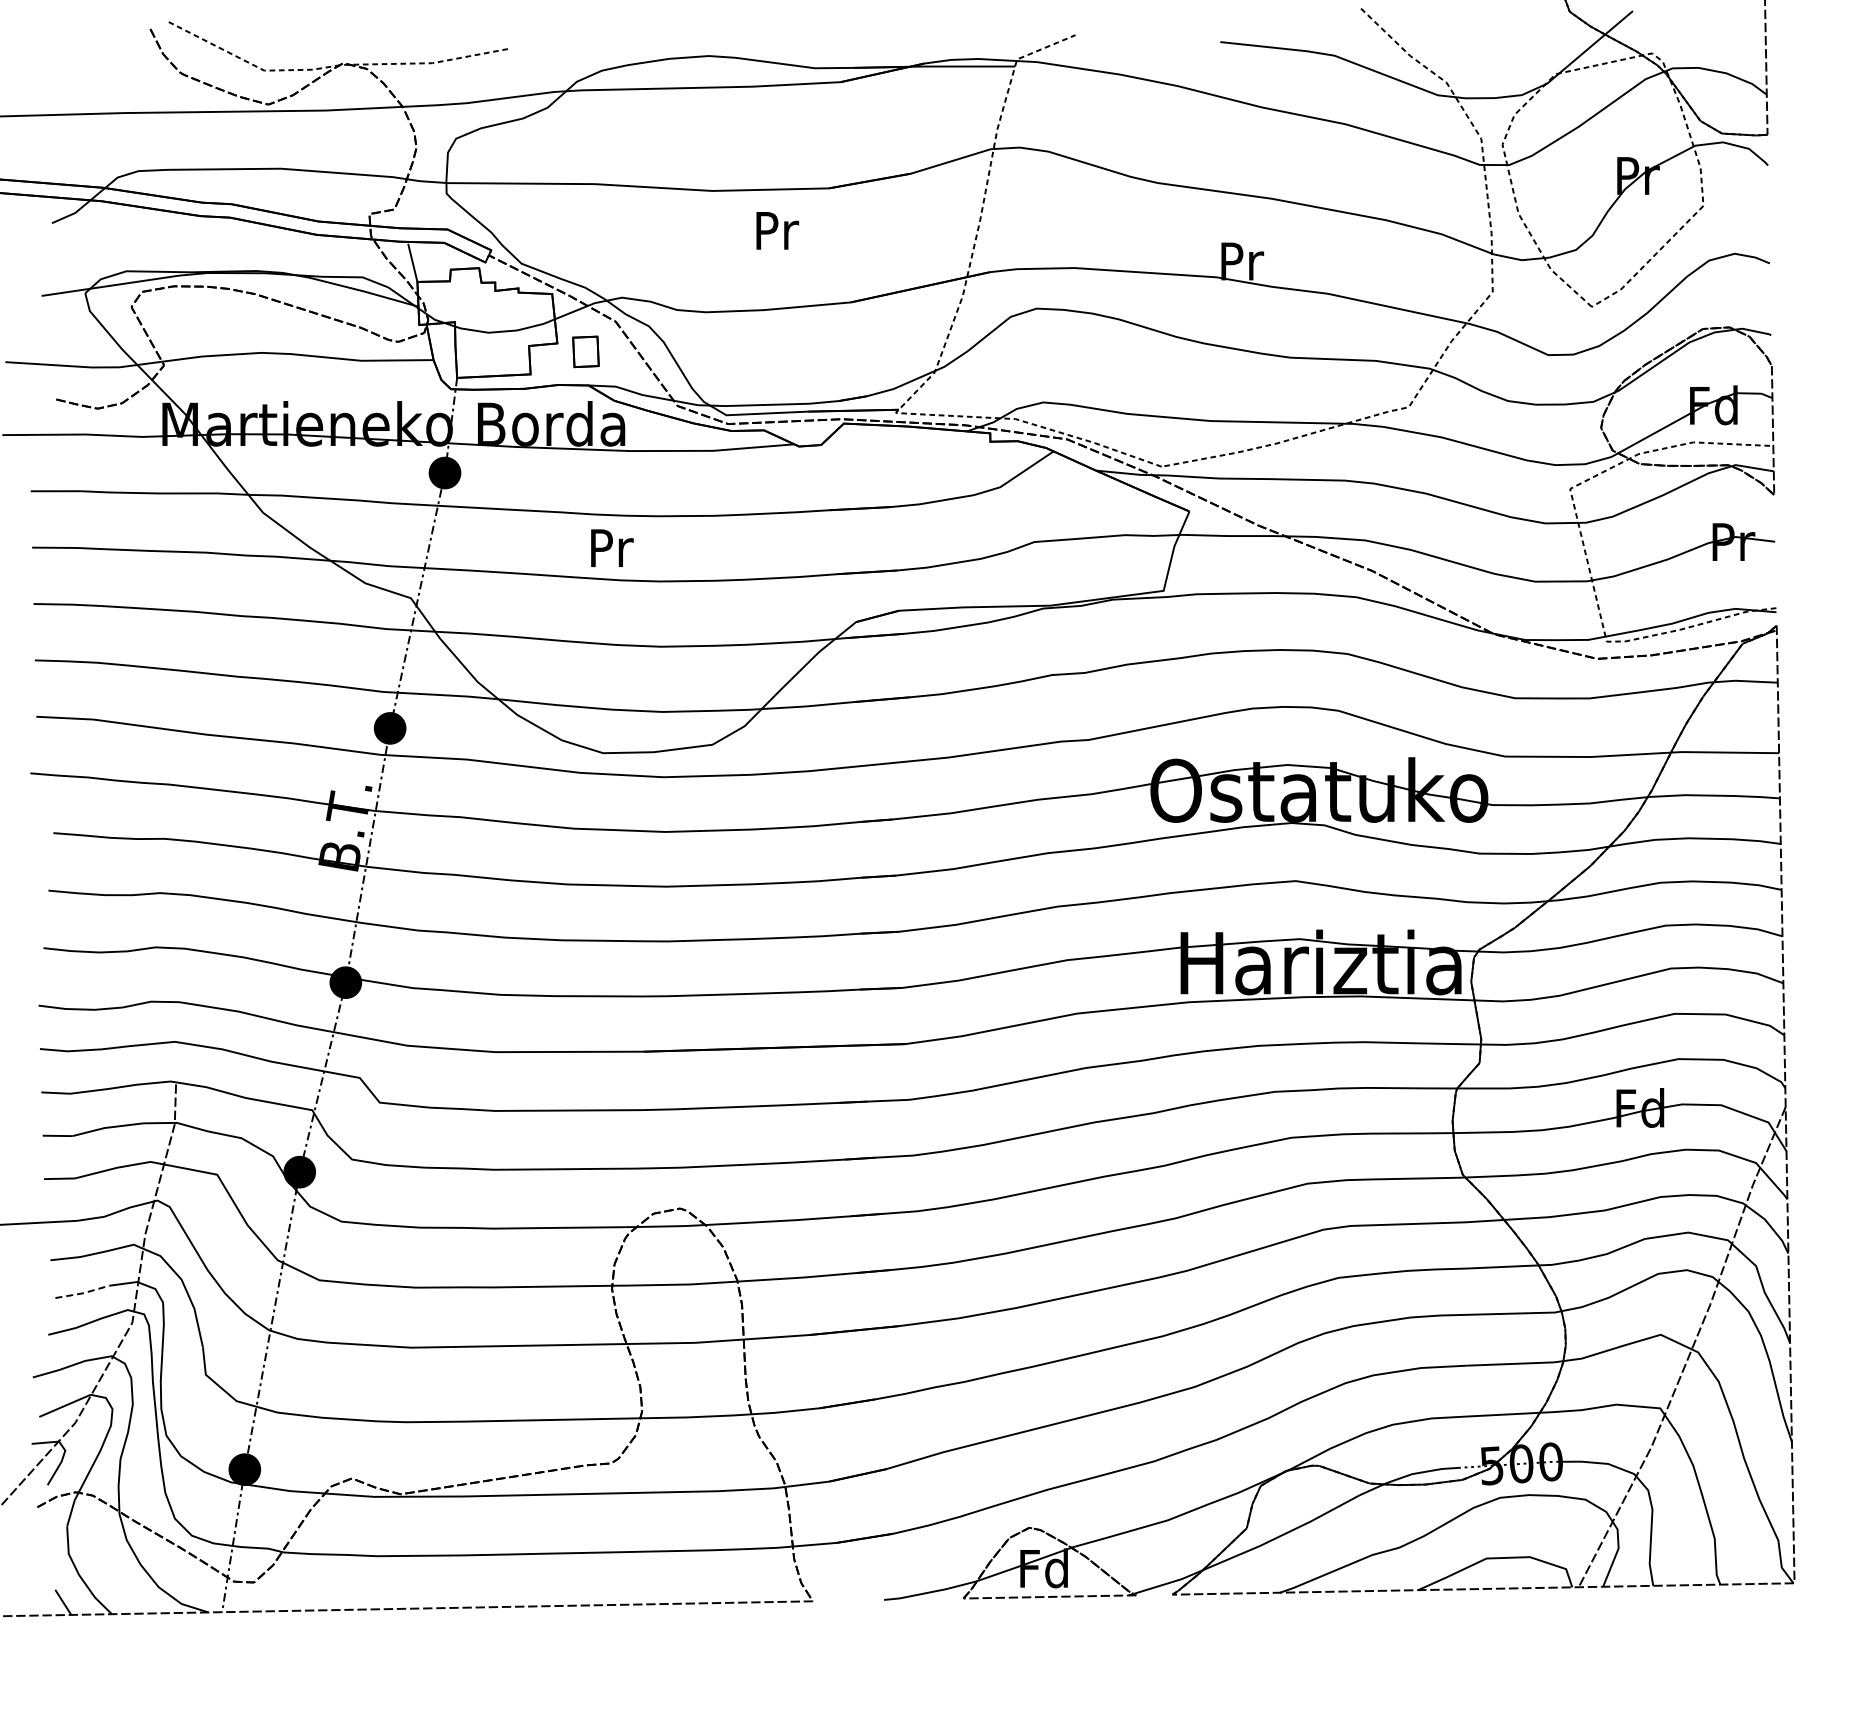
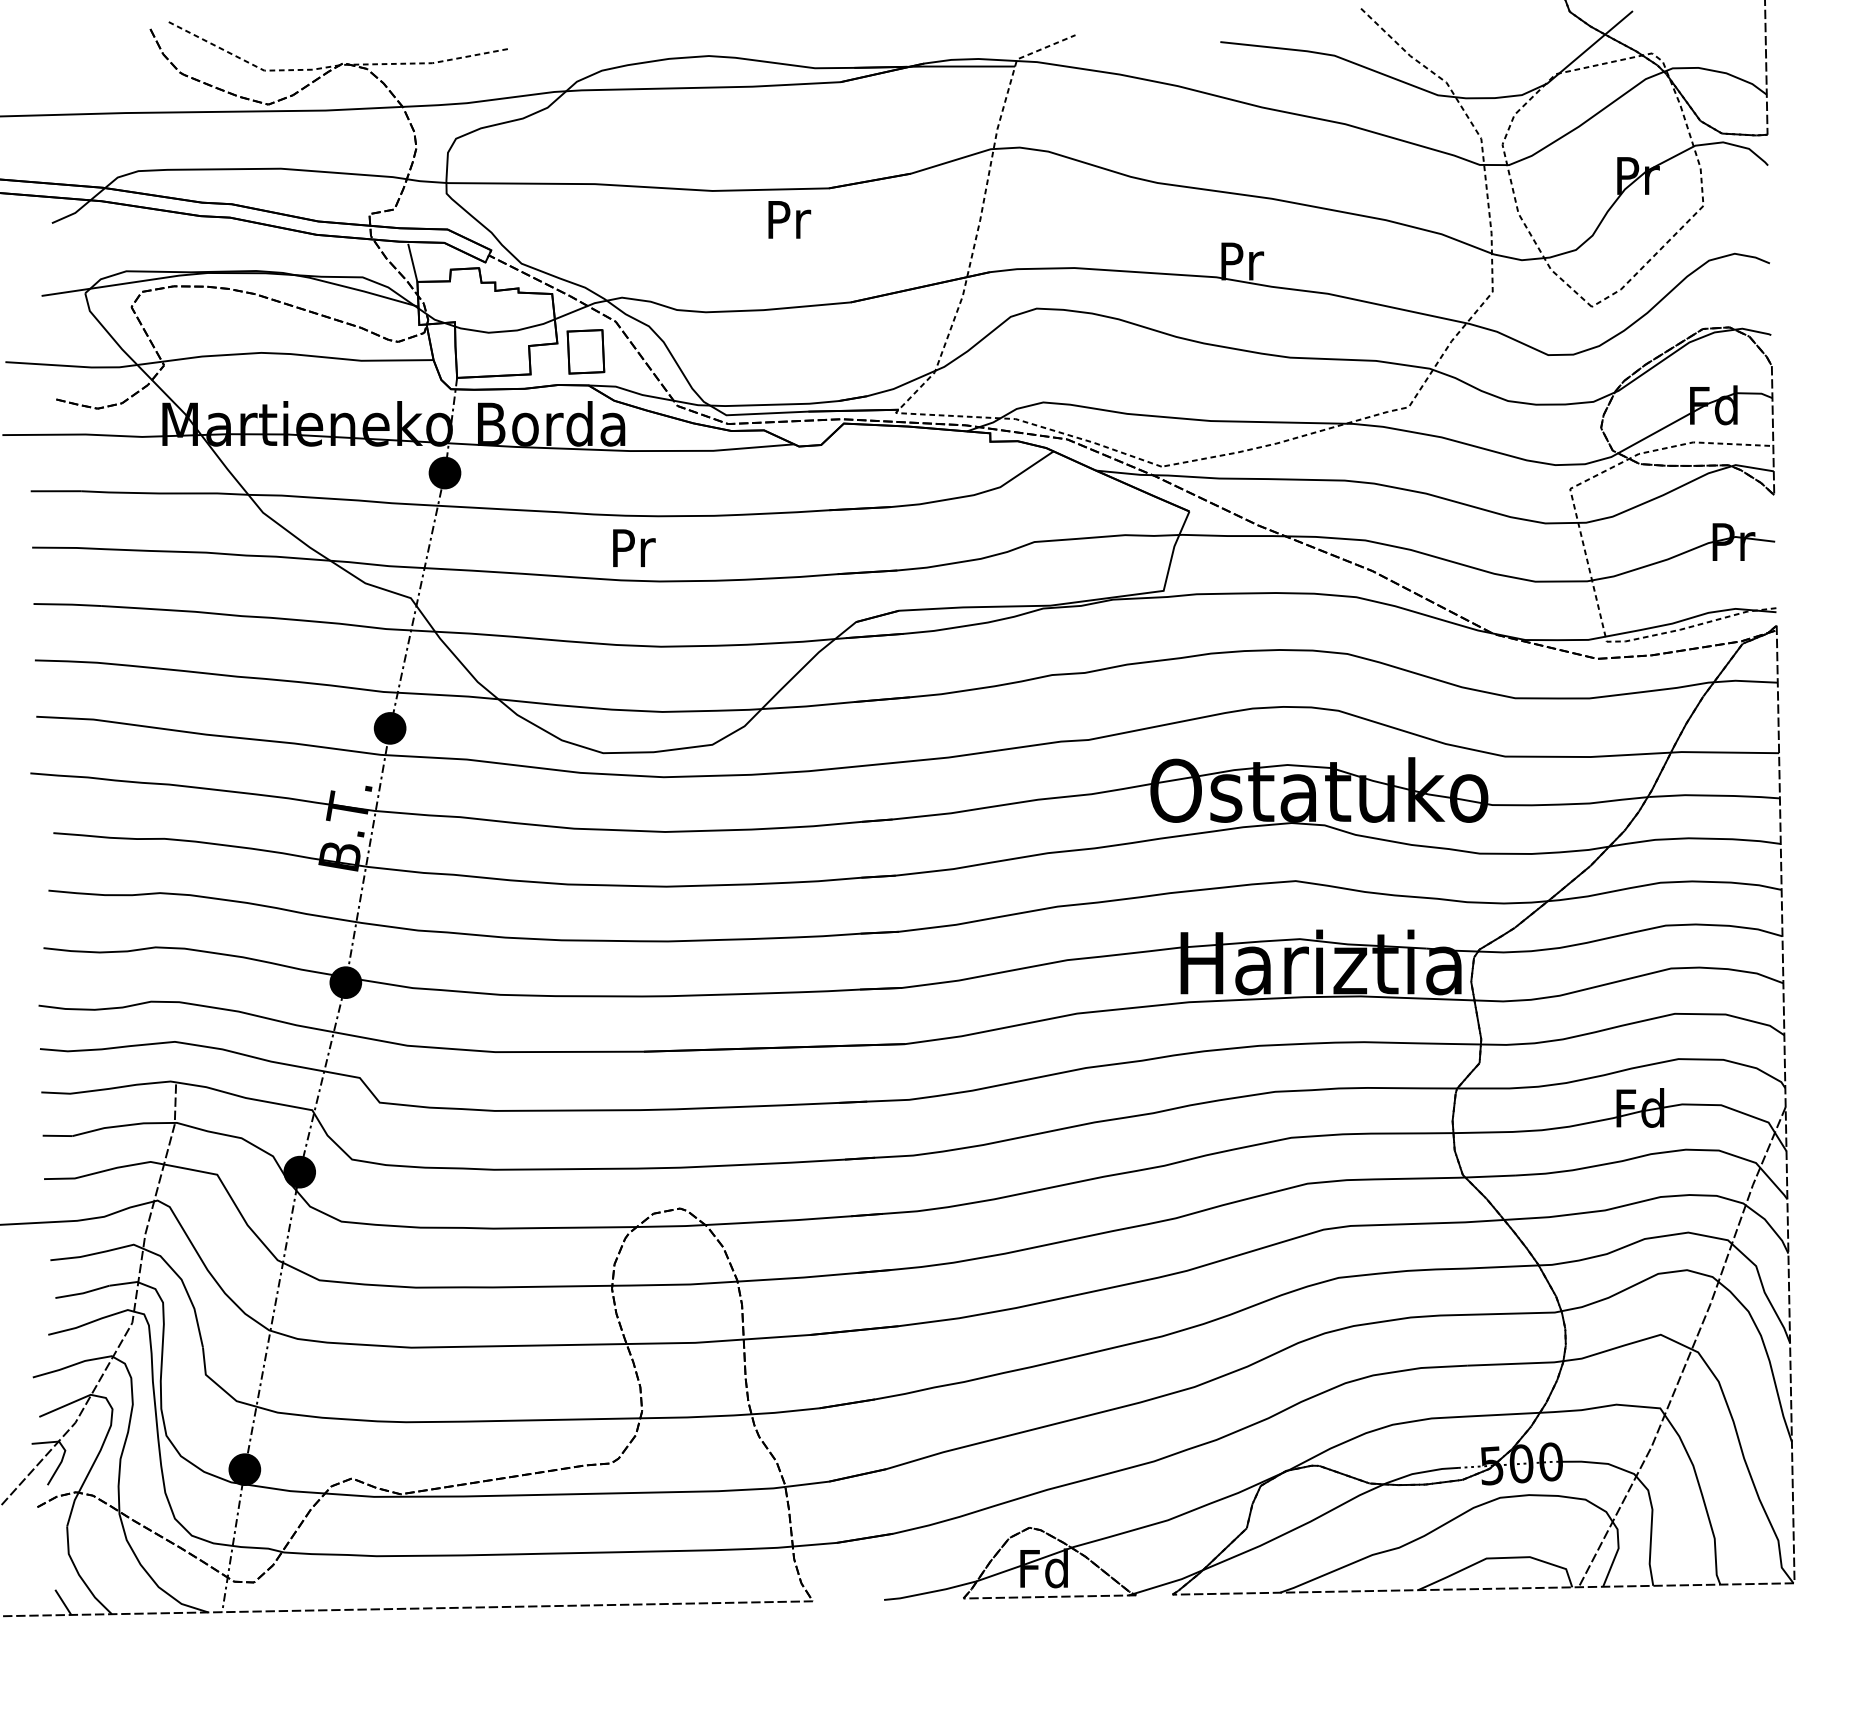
text at (777, 230) position: (777, 230) -> (789, 219)
part at (585, 351) size: 28x34 px -> 40x46 px
text at (612, 547) position: (612, 547) -> (634, 547)
line at (83, 1293): dashed -> solid
